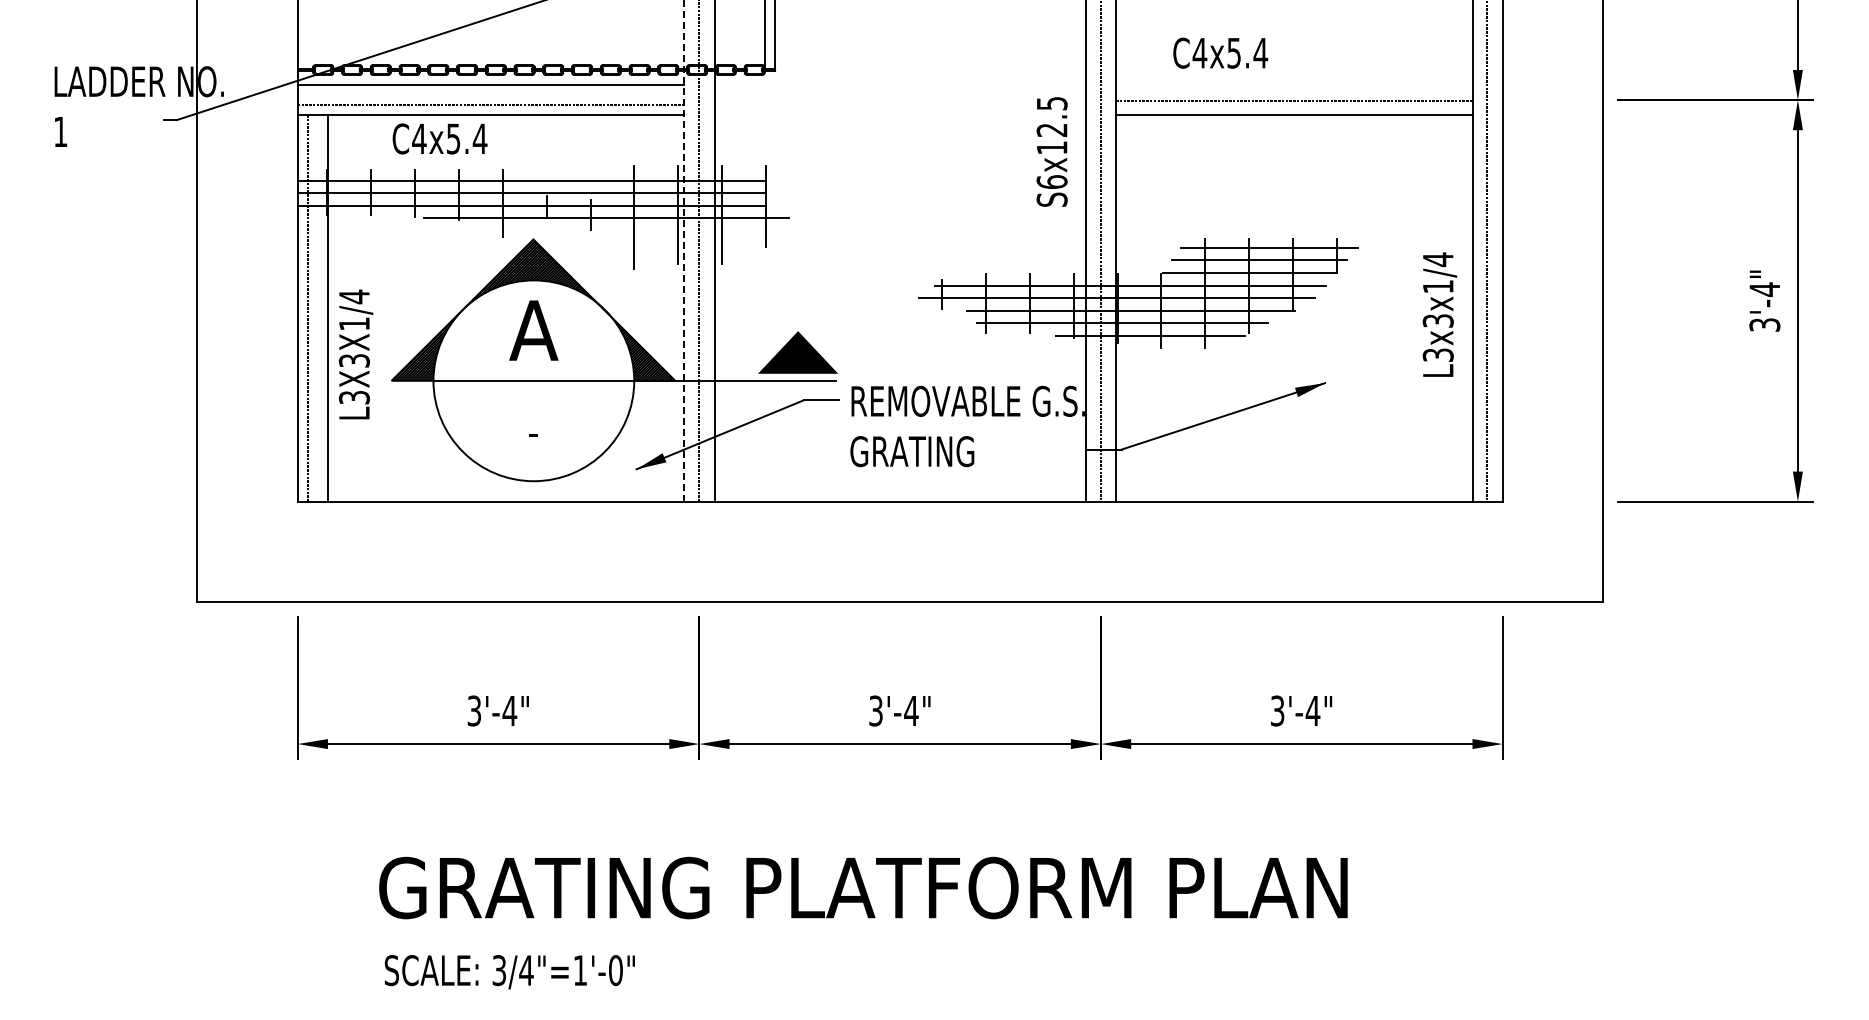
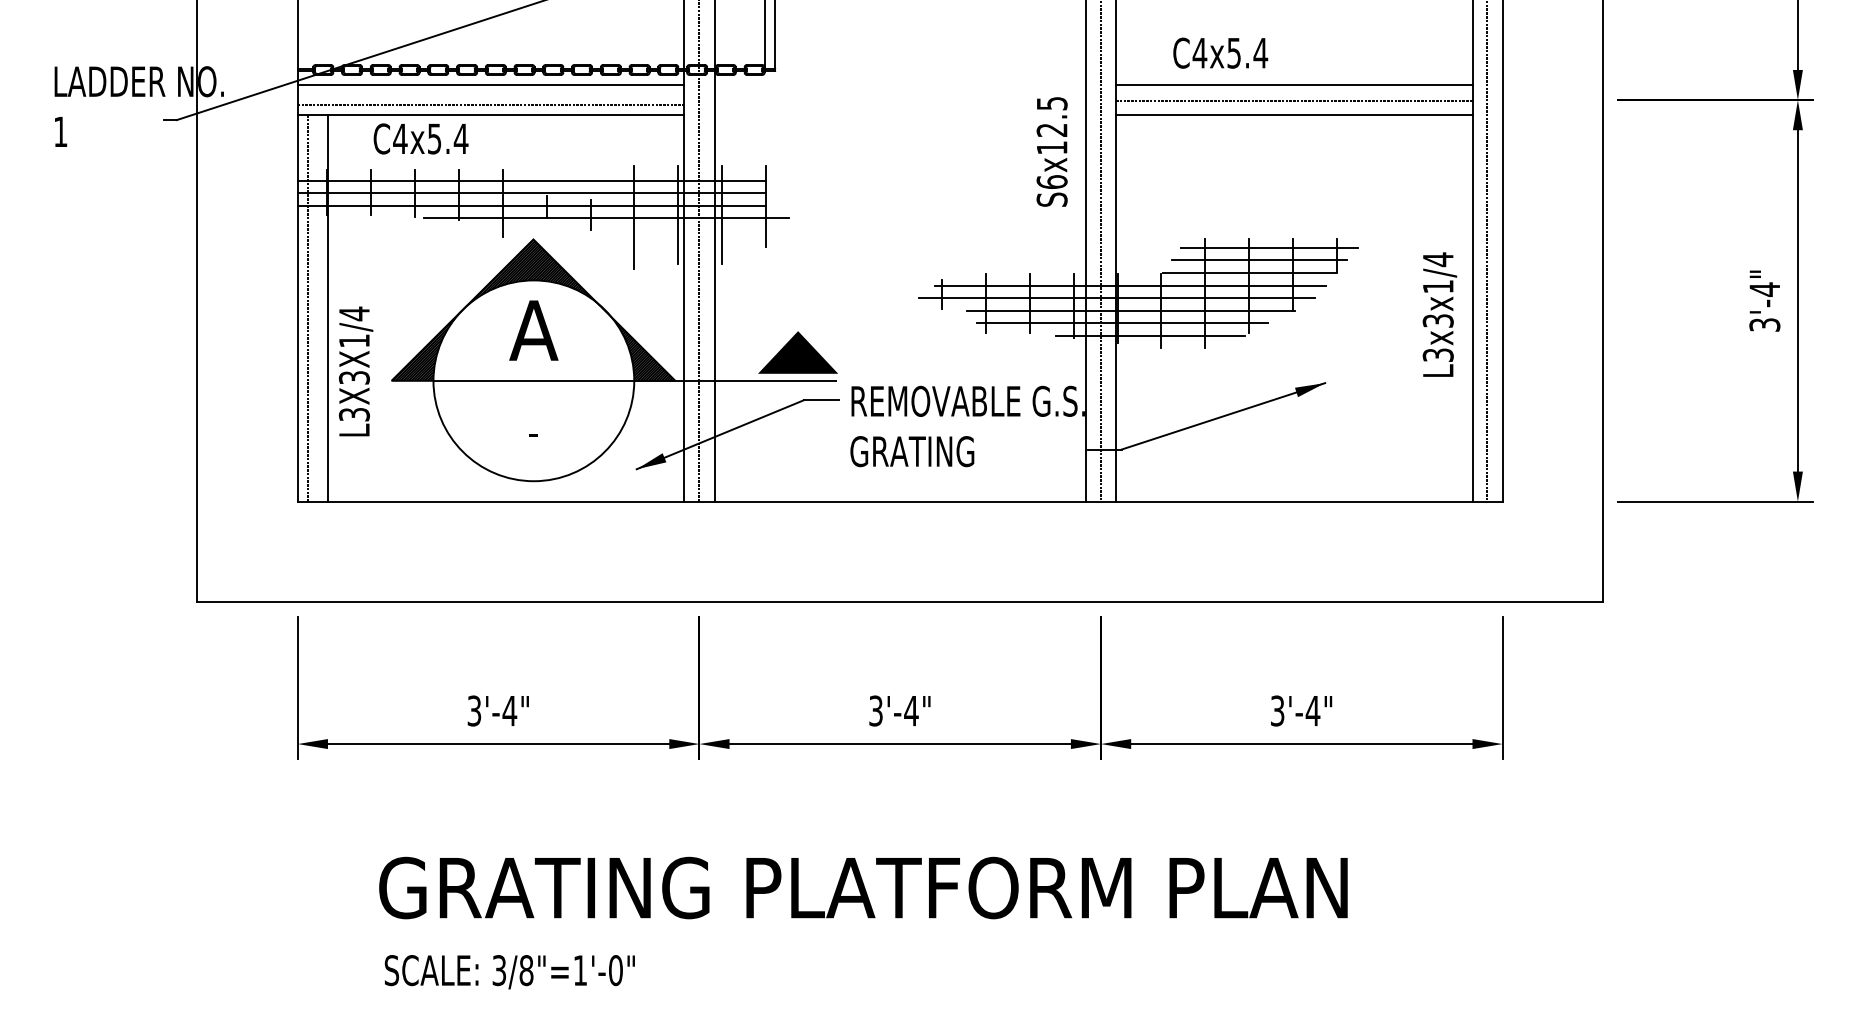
line at (1294, 85): none -> present
text at (439, 138) position: (439, 138) -> (420, 138)
line at (684, 250): dashed -> solid
text at (356, 354) position: (356, 354) -> (356, 371)
text at (526, 970): 3/4"=1'-0" -> 3/8"=1'-0"
